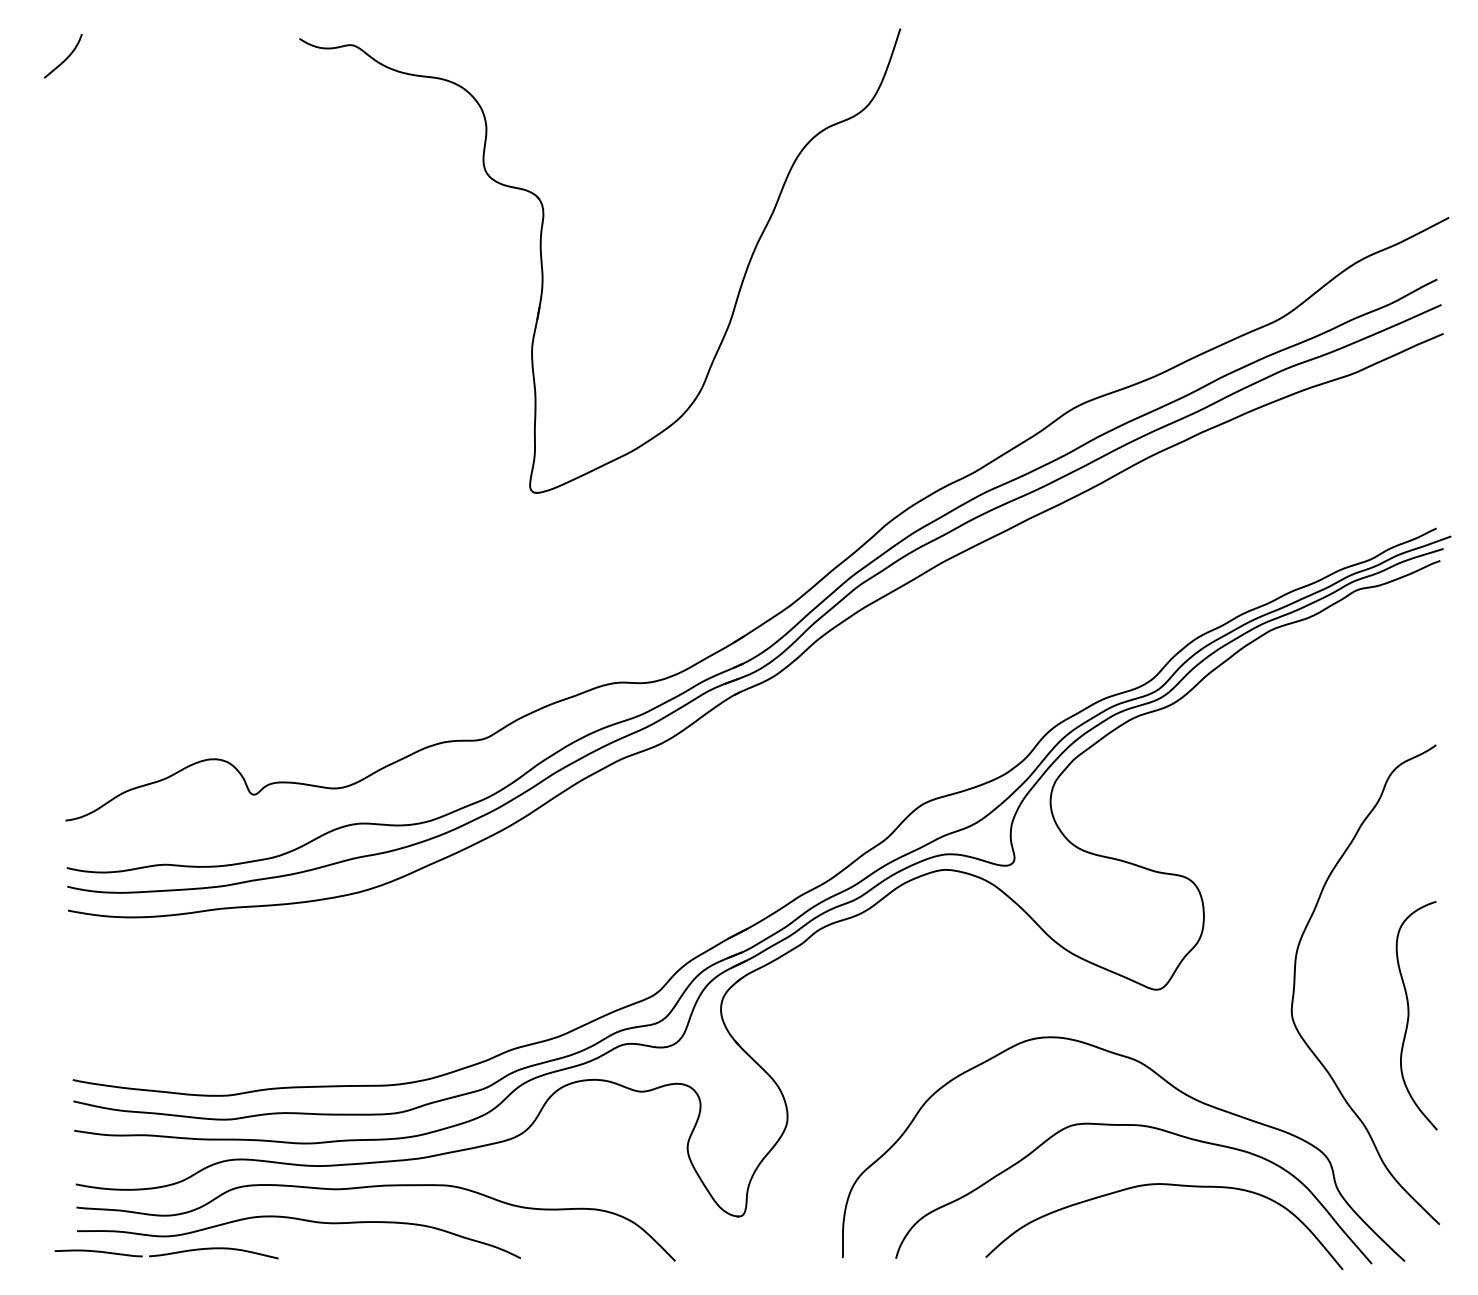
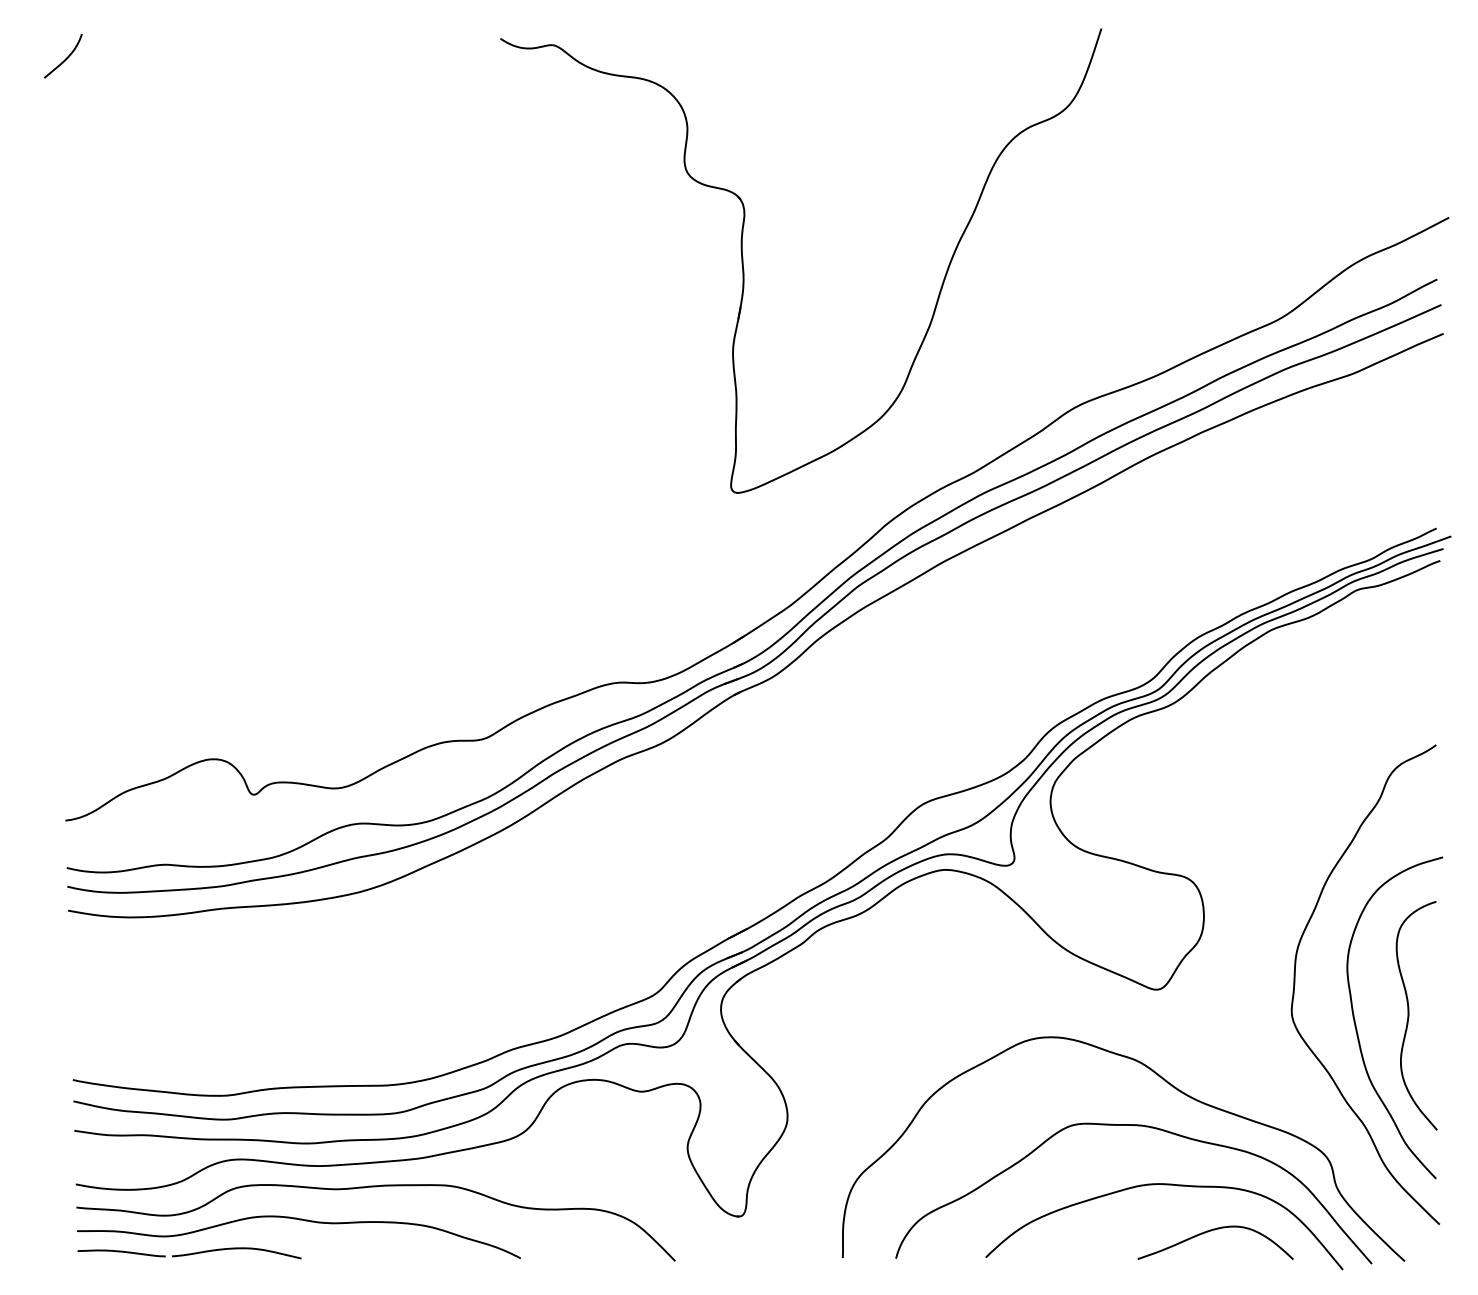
part at (543, 269) position: (543, 269) -> (744, 269)
curve at (1356, 1024): none -> present
curve at (1211, 1231): none -> present
part at (166, 1253) position: (166, 1253) -> (189, 1253)
